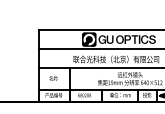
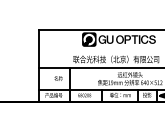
line at (99, 49): present -> none
text at (53, 78) position: (53, 78) -> (58, 78)
